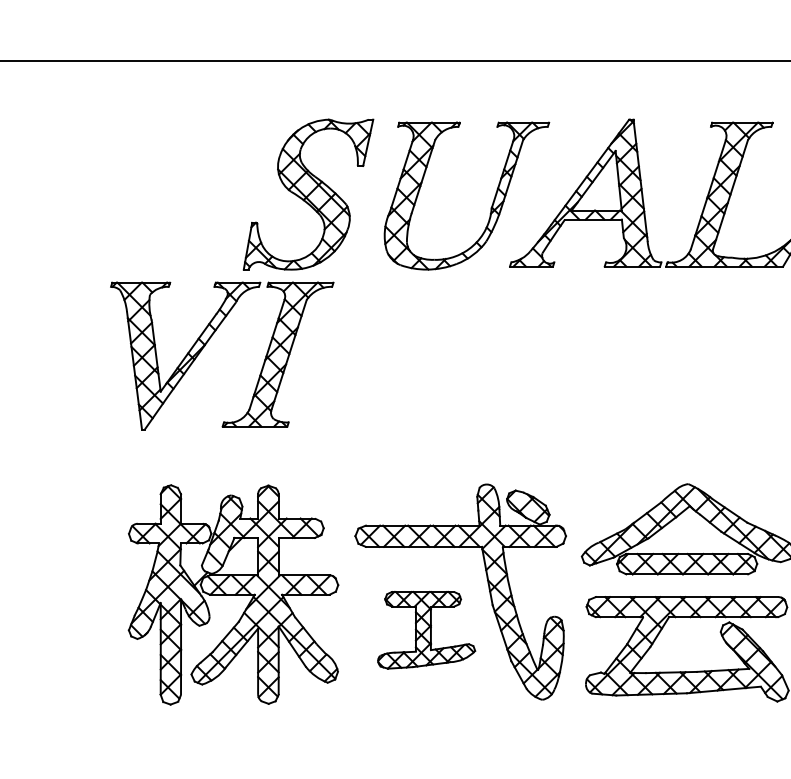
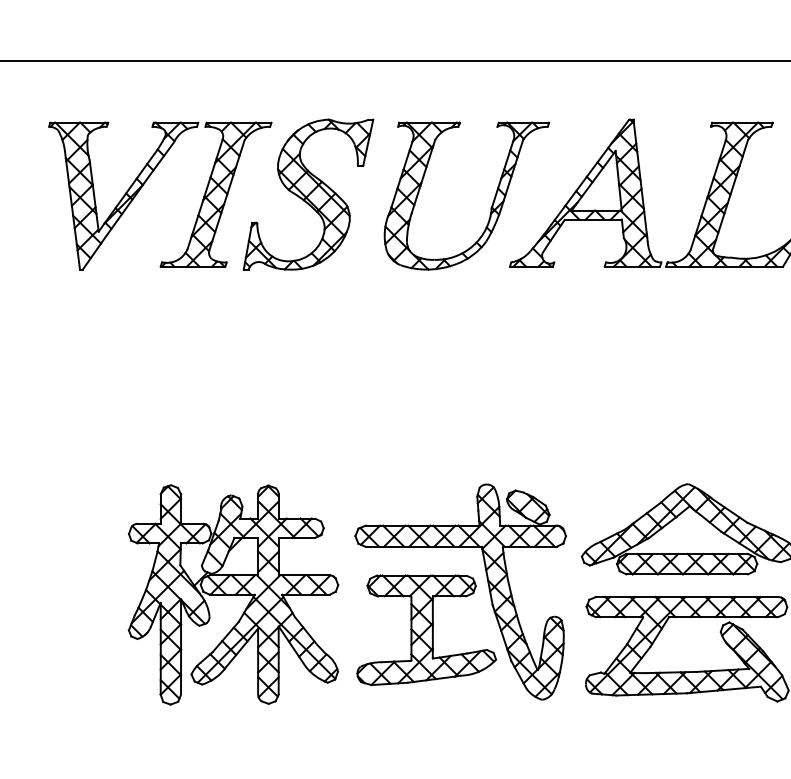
part at (207, 343) position: (207, 343) -> (145, 183)
part at (426, 630) size: 100x79 px -> 141x113 px
